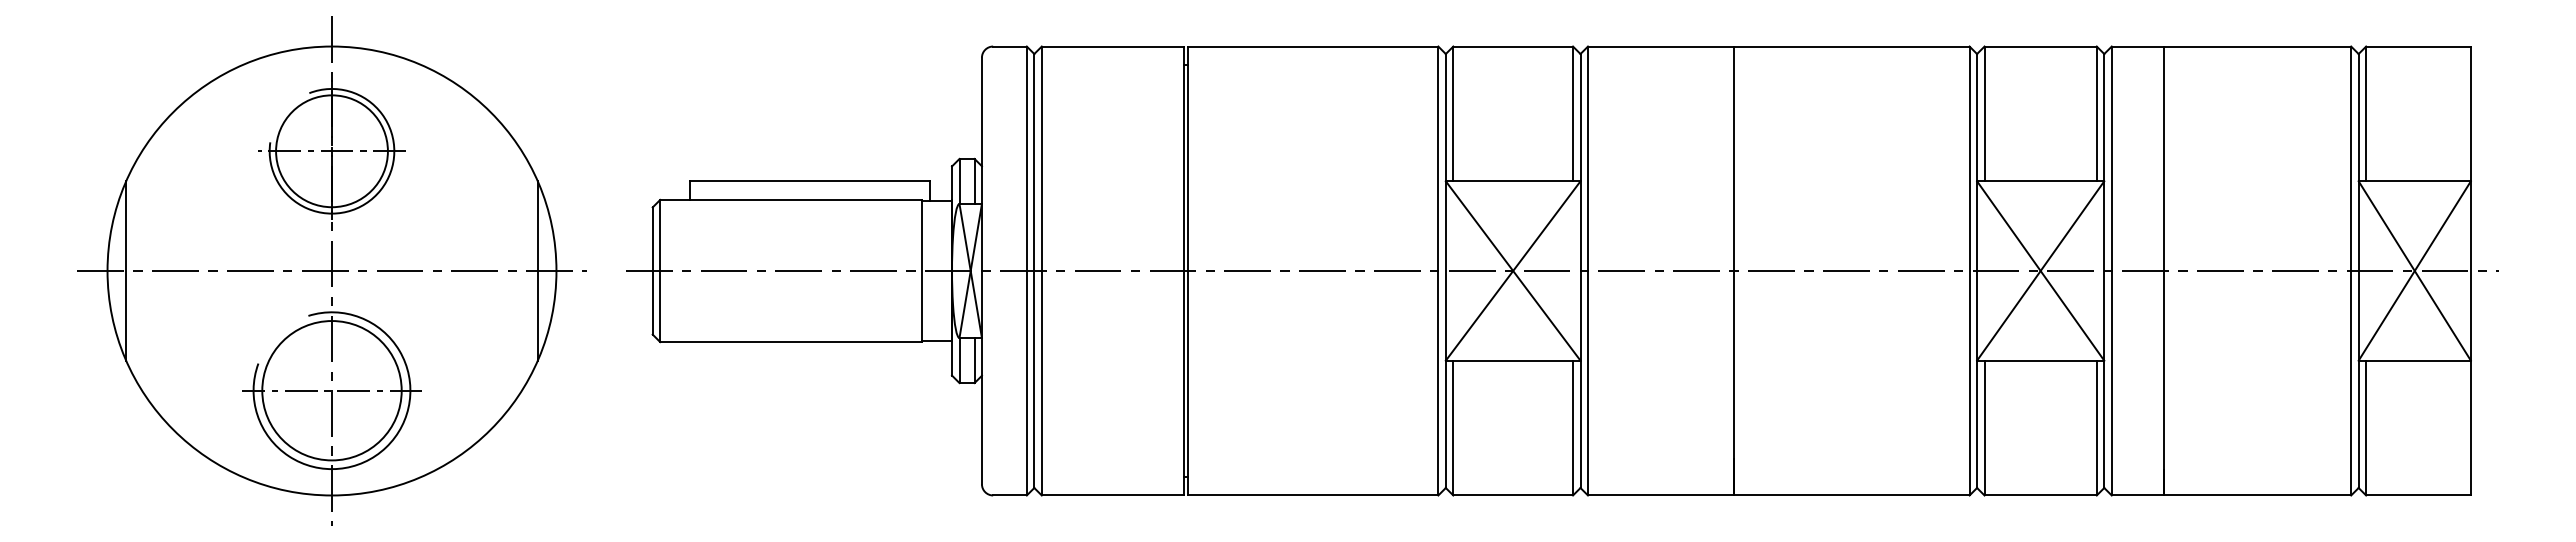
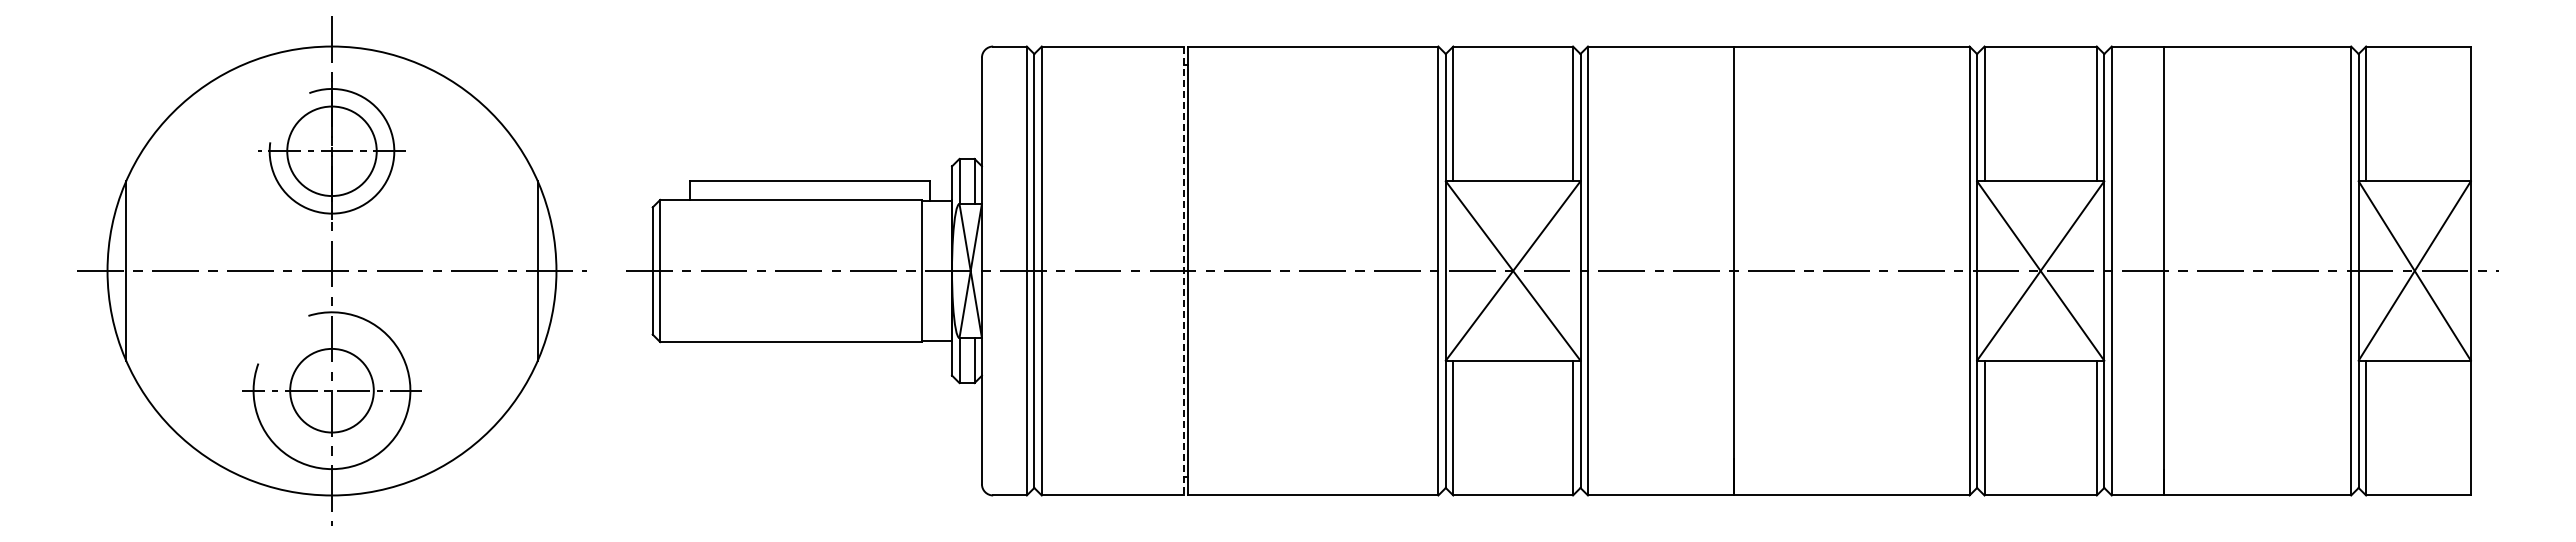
circle at (331, 151) diameter: 112 px -> 89 px
line at (1183, 271): solid -> dashed
circle at (331, 390) diameter: 139 px -> 84 px
